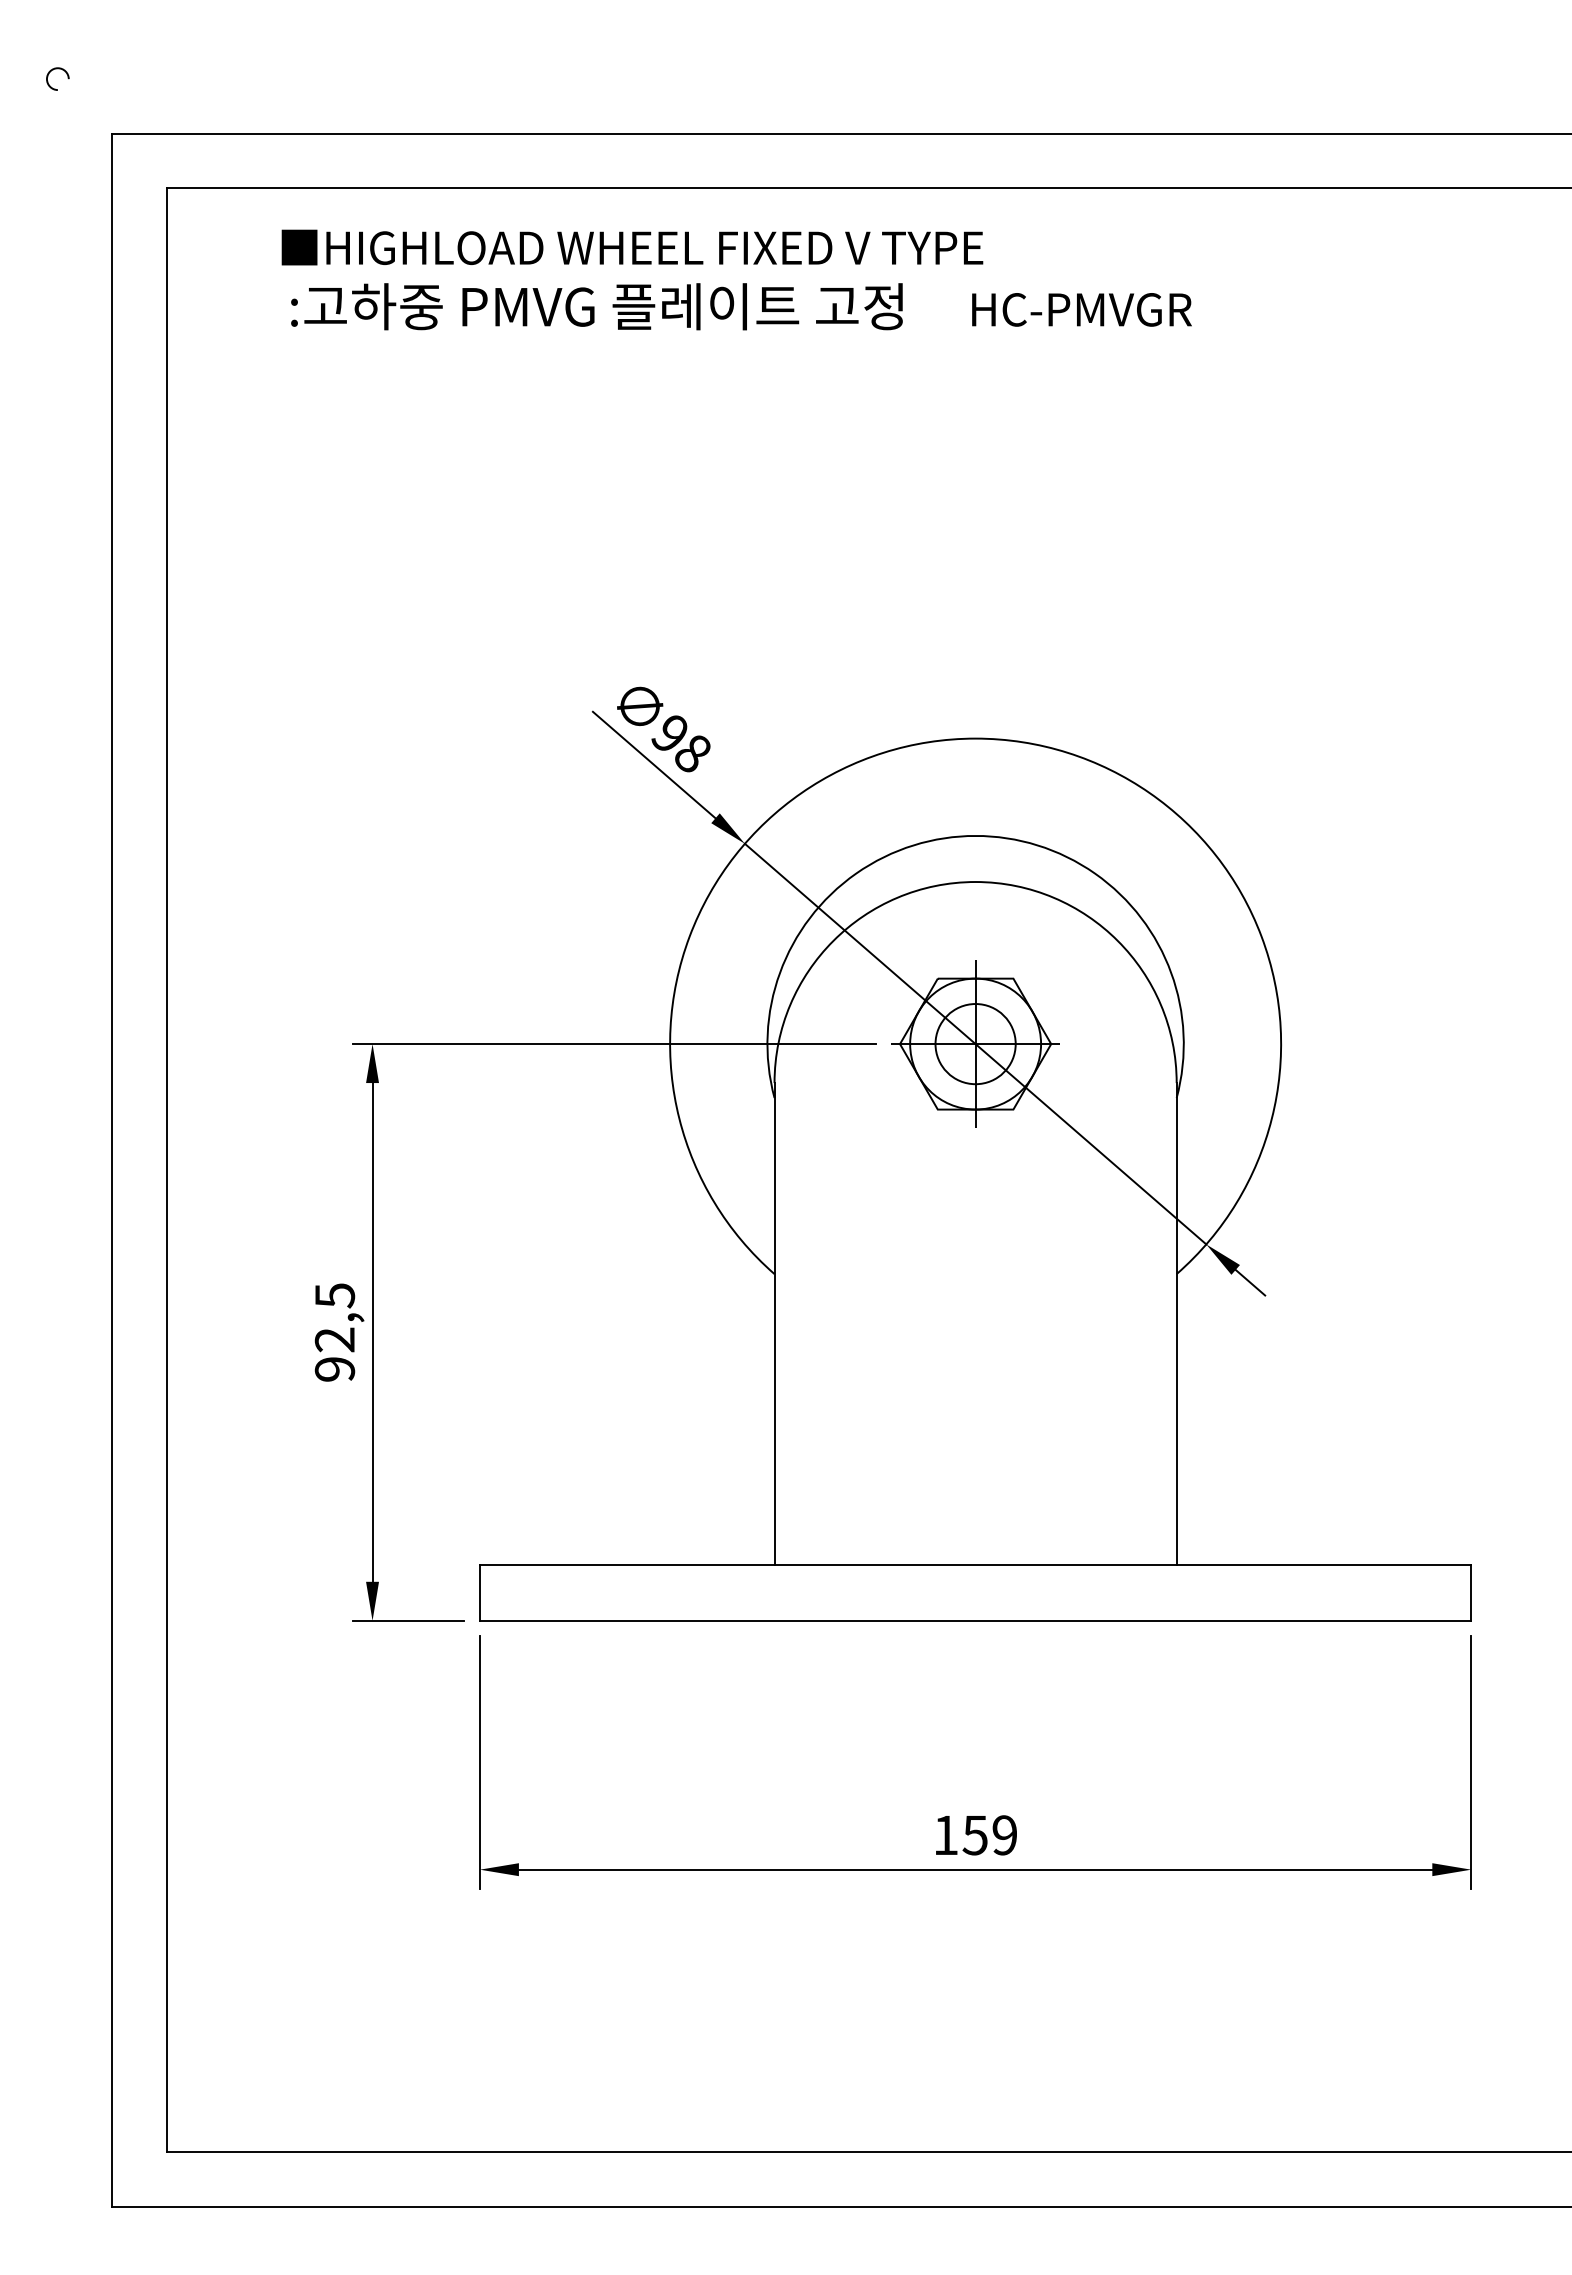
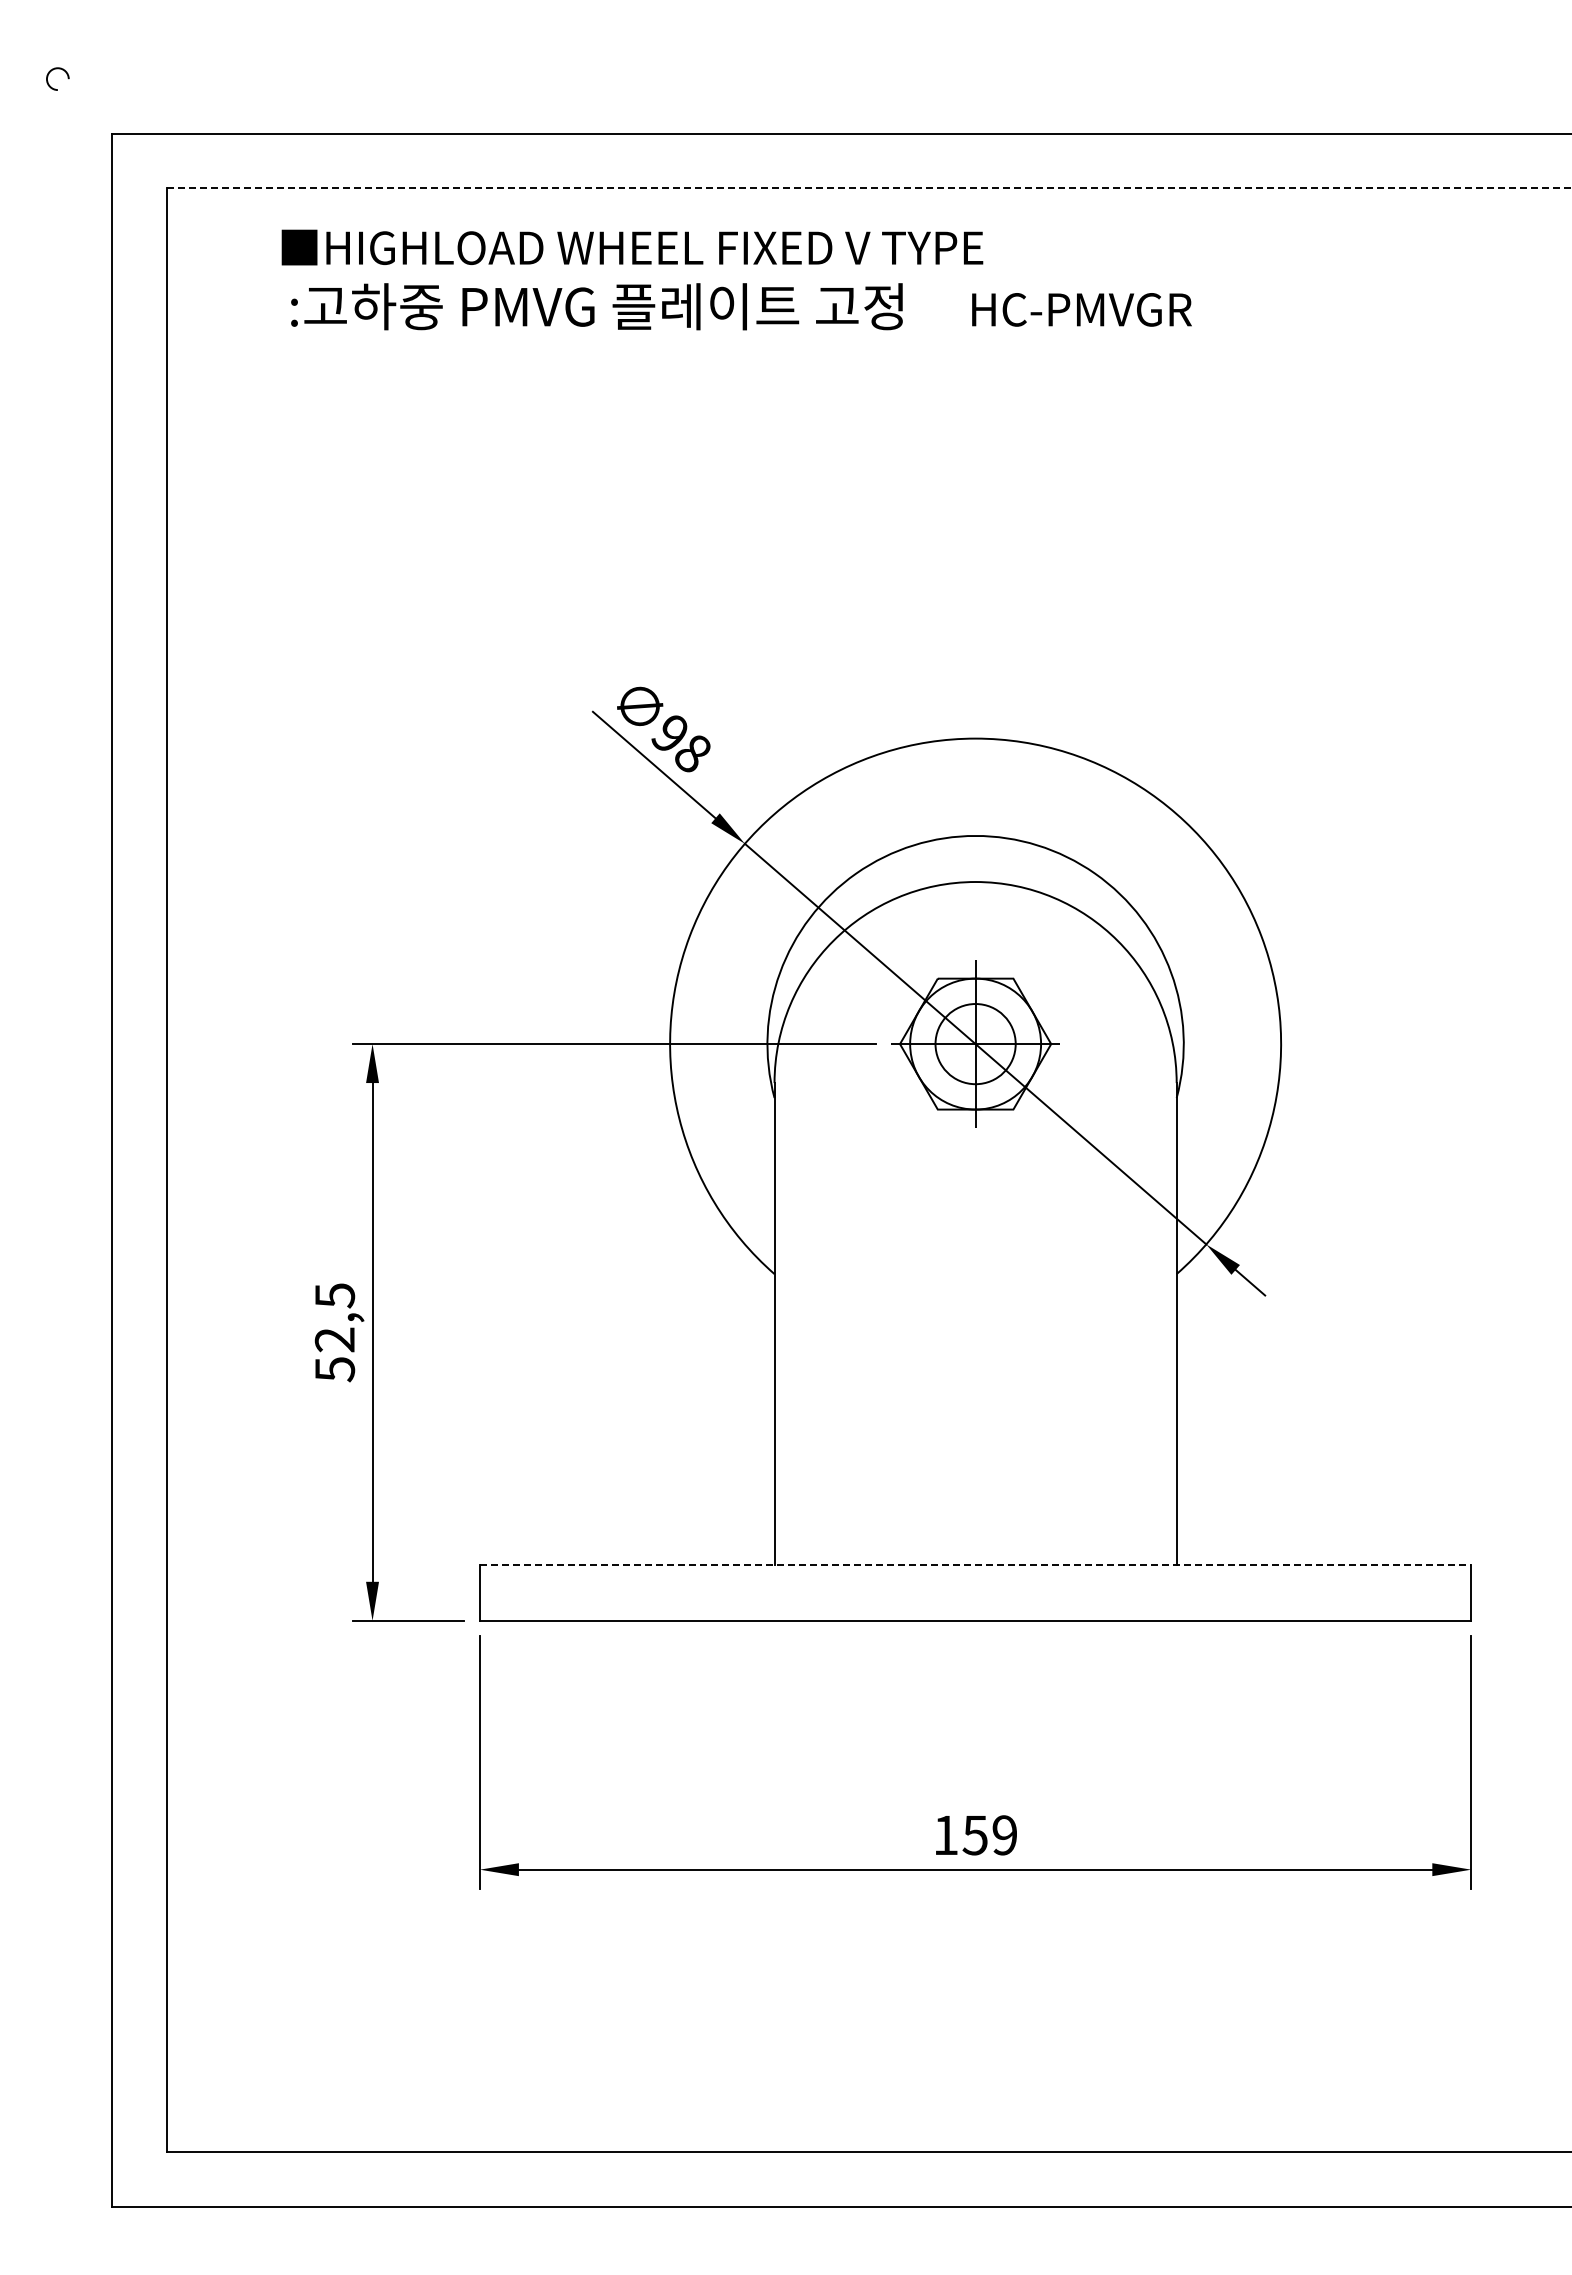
line at (869, 188): solid -> dashed
text at (334, 1369): 92,5 -> 52,5
line at (975, 1564): solid -> dashed
